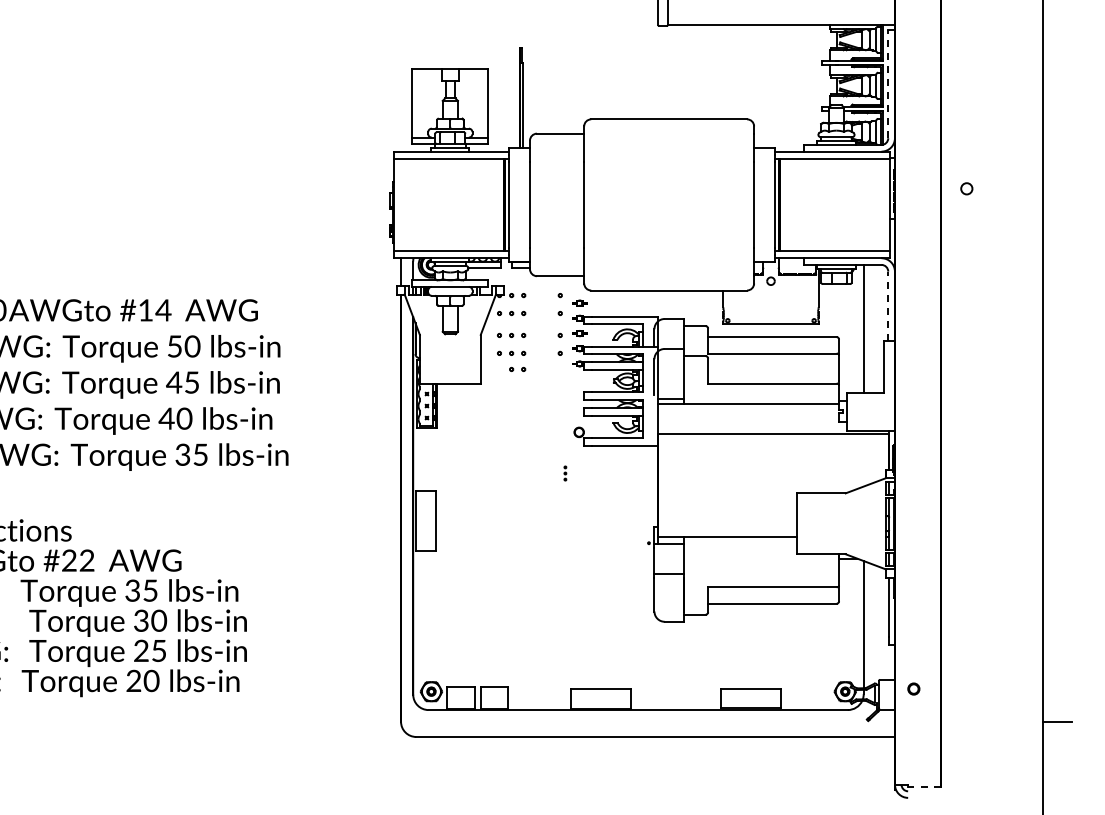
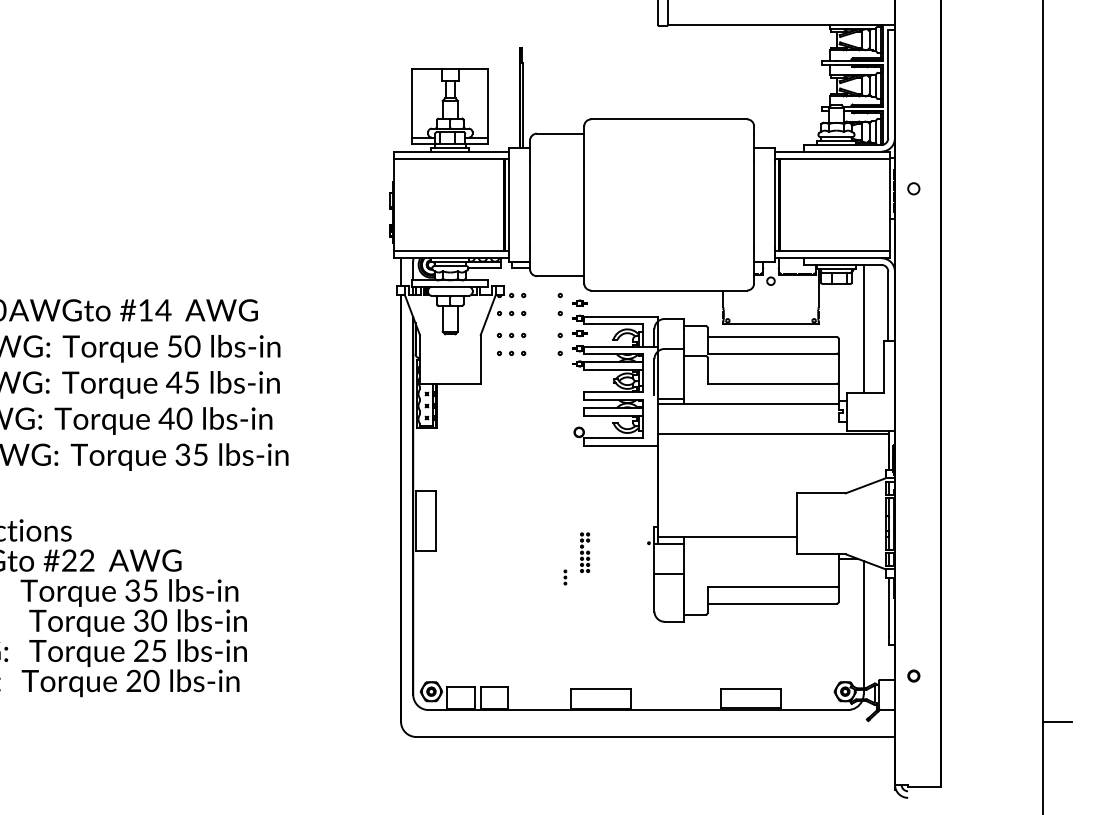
line at (888, 83): dashed -> solid
circle at (966, 188) position: (966, 188) -> (913, 188)
line at (888, 306): dashed -> solid
part at (517, 369): present -> none
part at (565, 473) position: (565, 473) -> (565, 577)
part at (585, 552): none -> present
circle at (913, 688) position: (913, 688) -> (913, 675)
line at (923, 786): dashed -> solid
